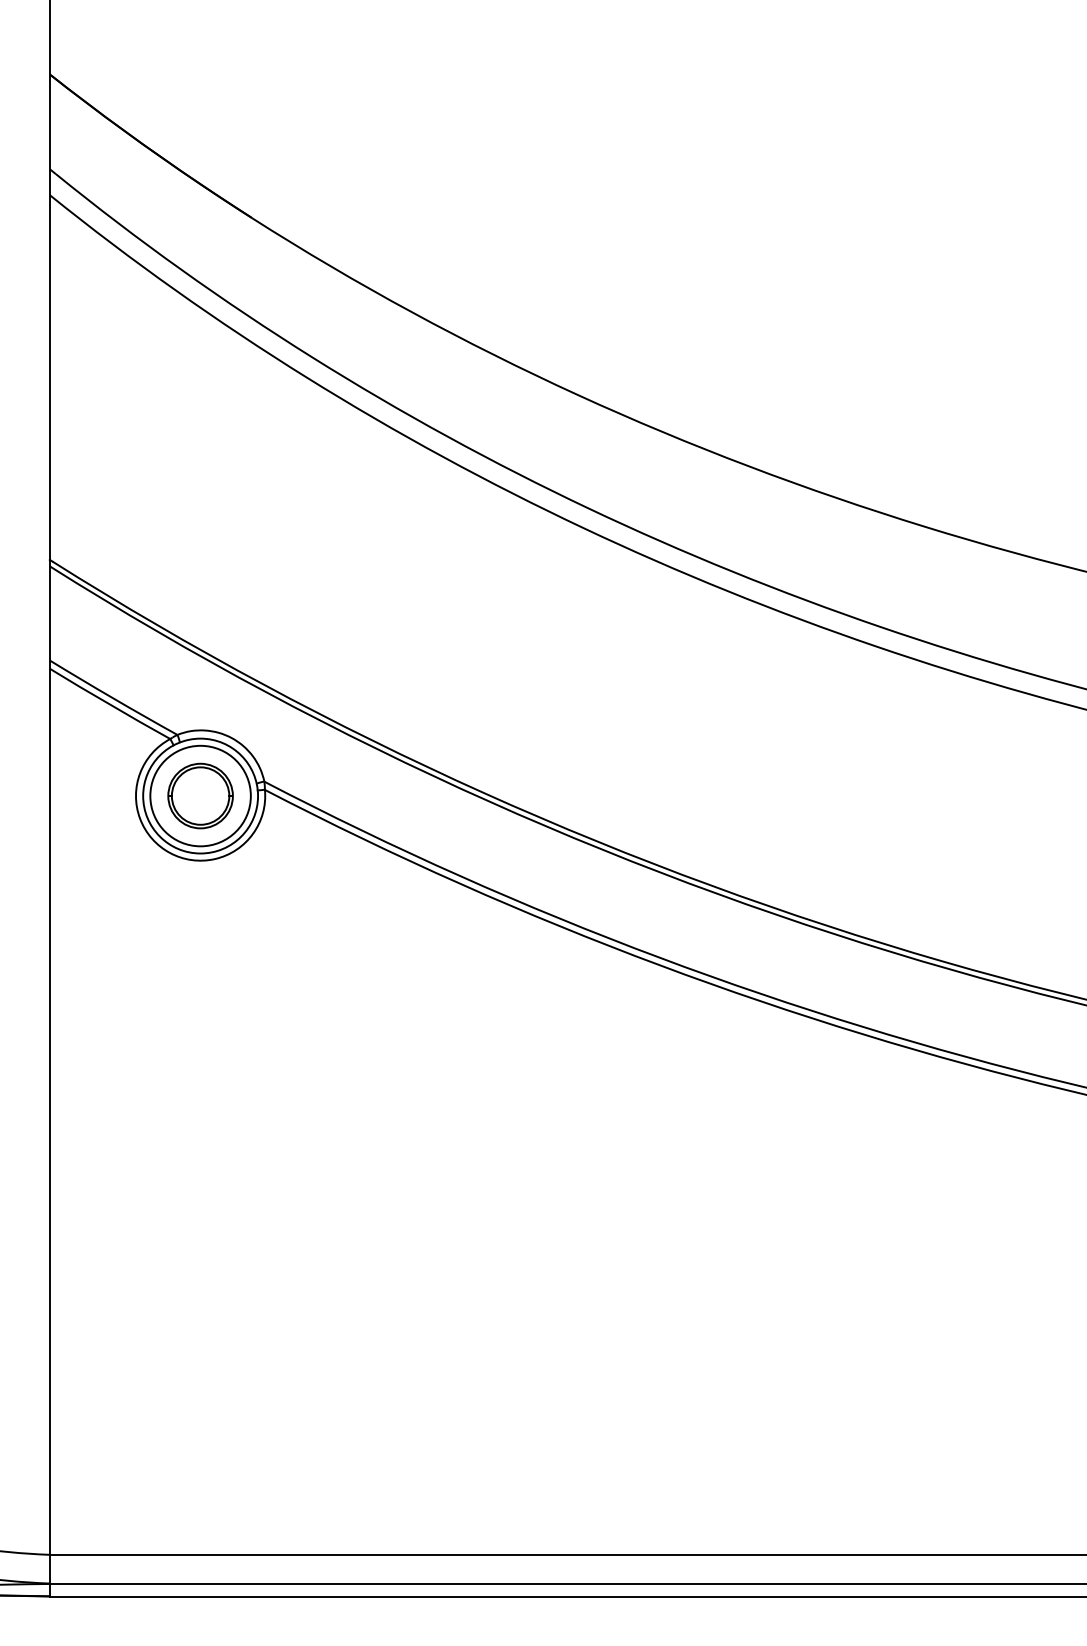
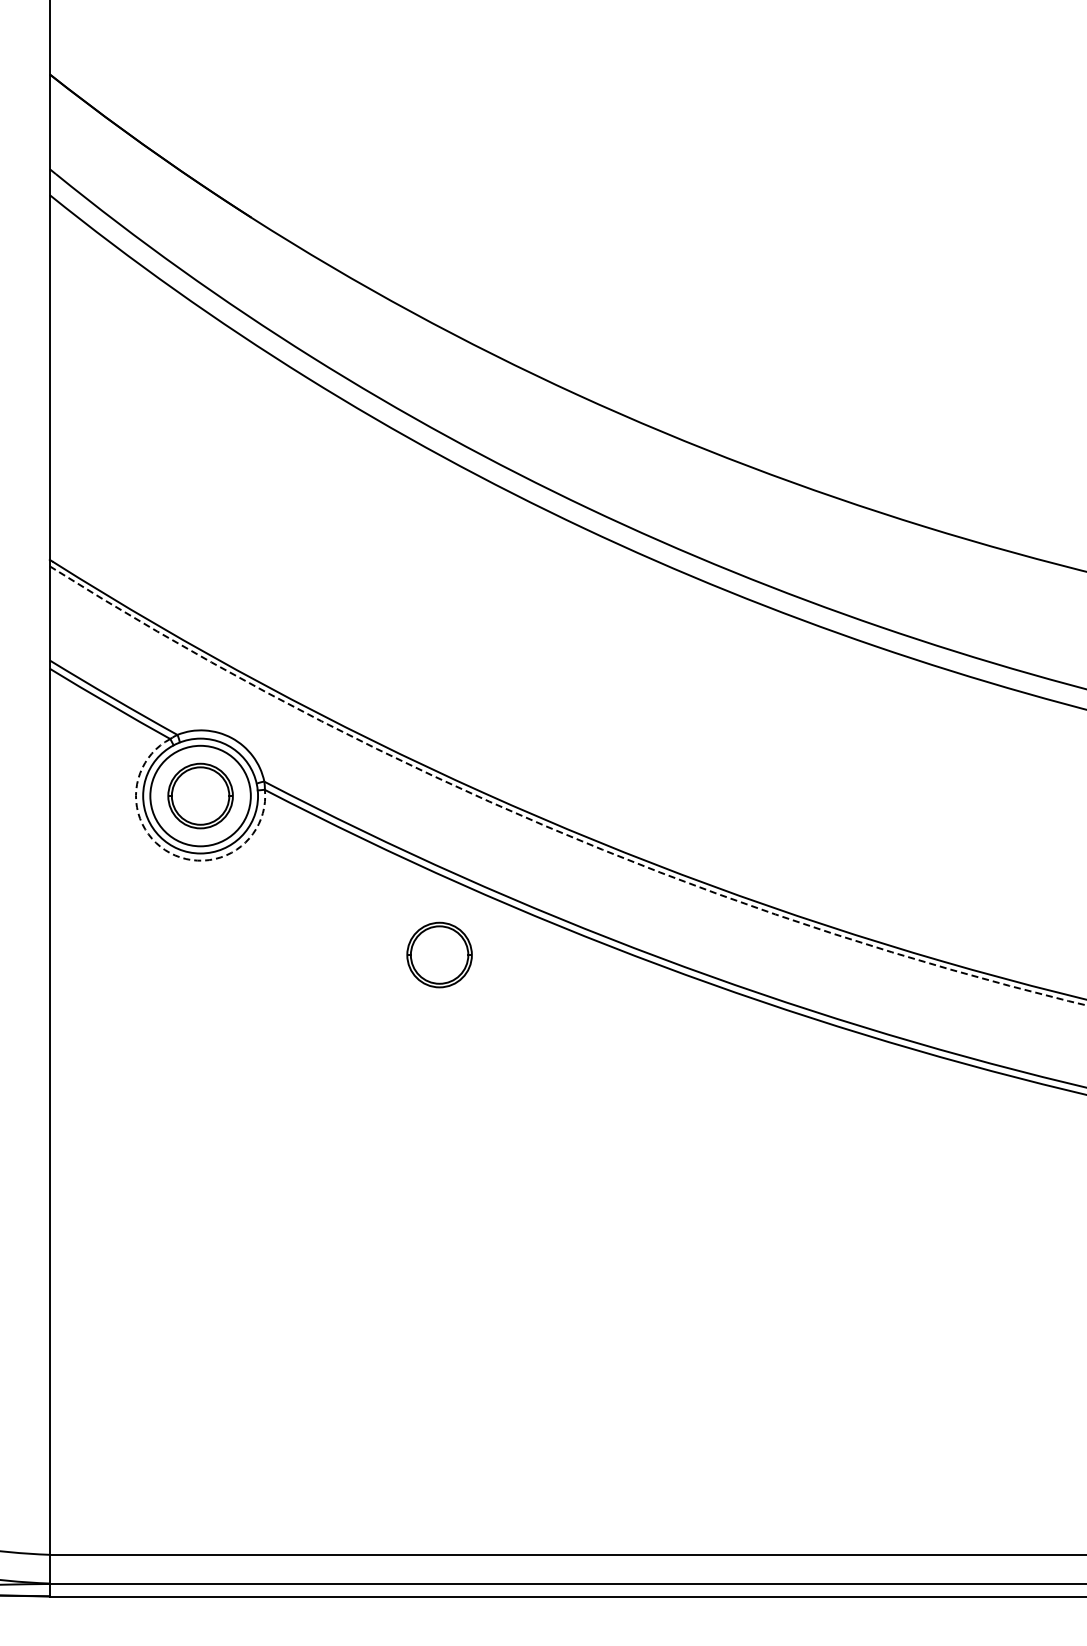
arc at (551, 828): solid -> dashed
arc at (170, 852): solid -> dashed
part at (439, 954): none -> present
